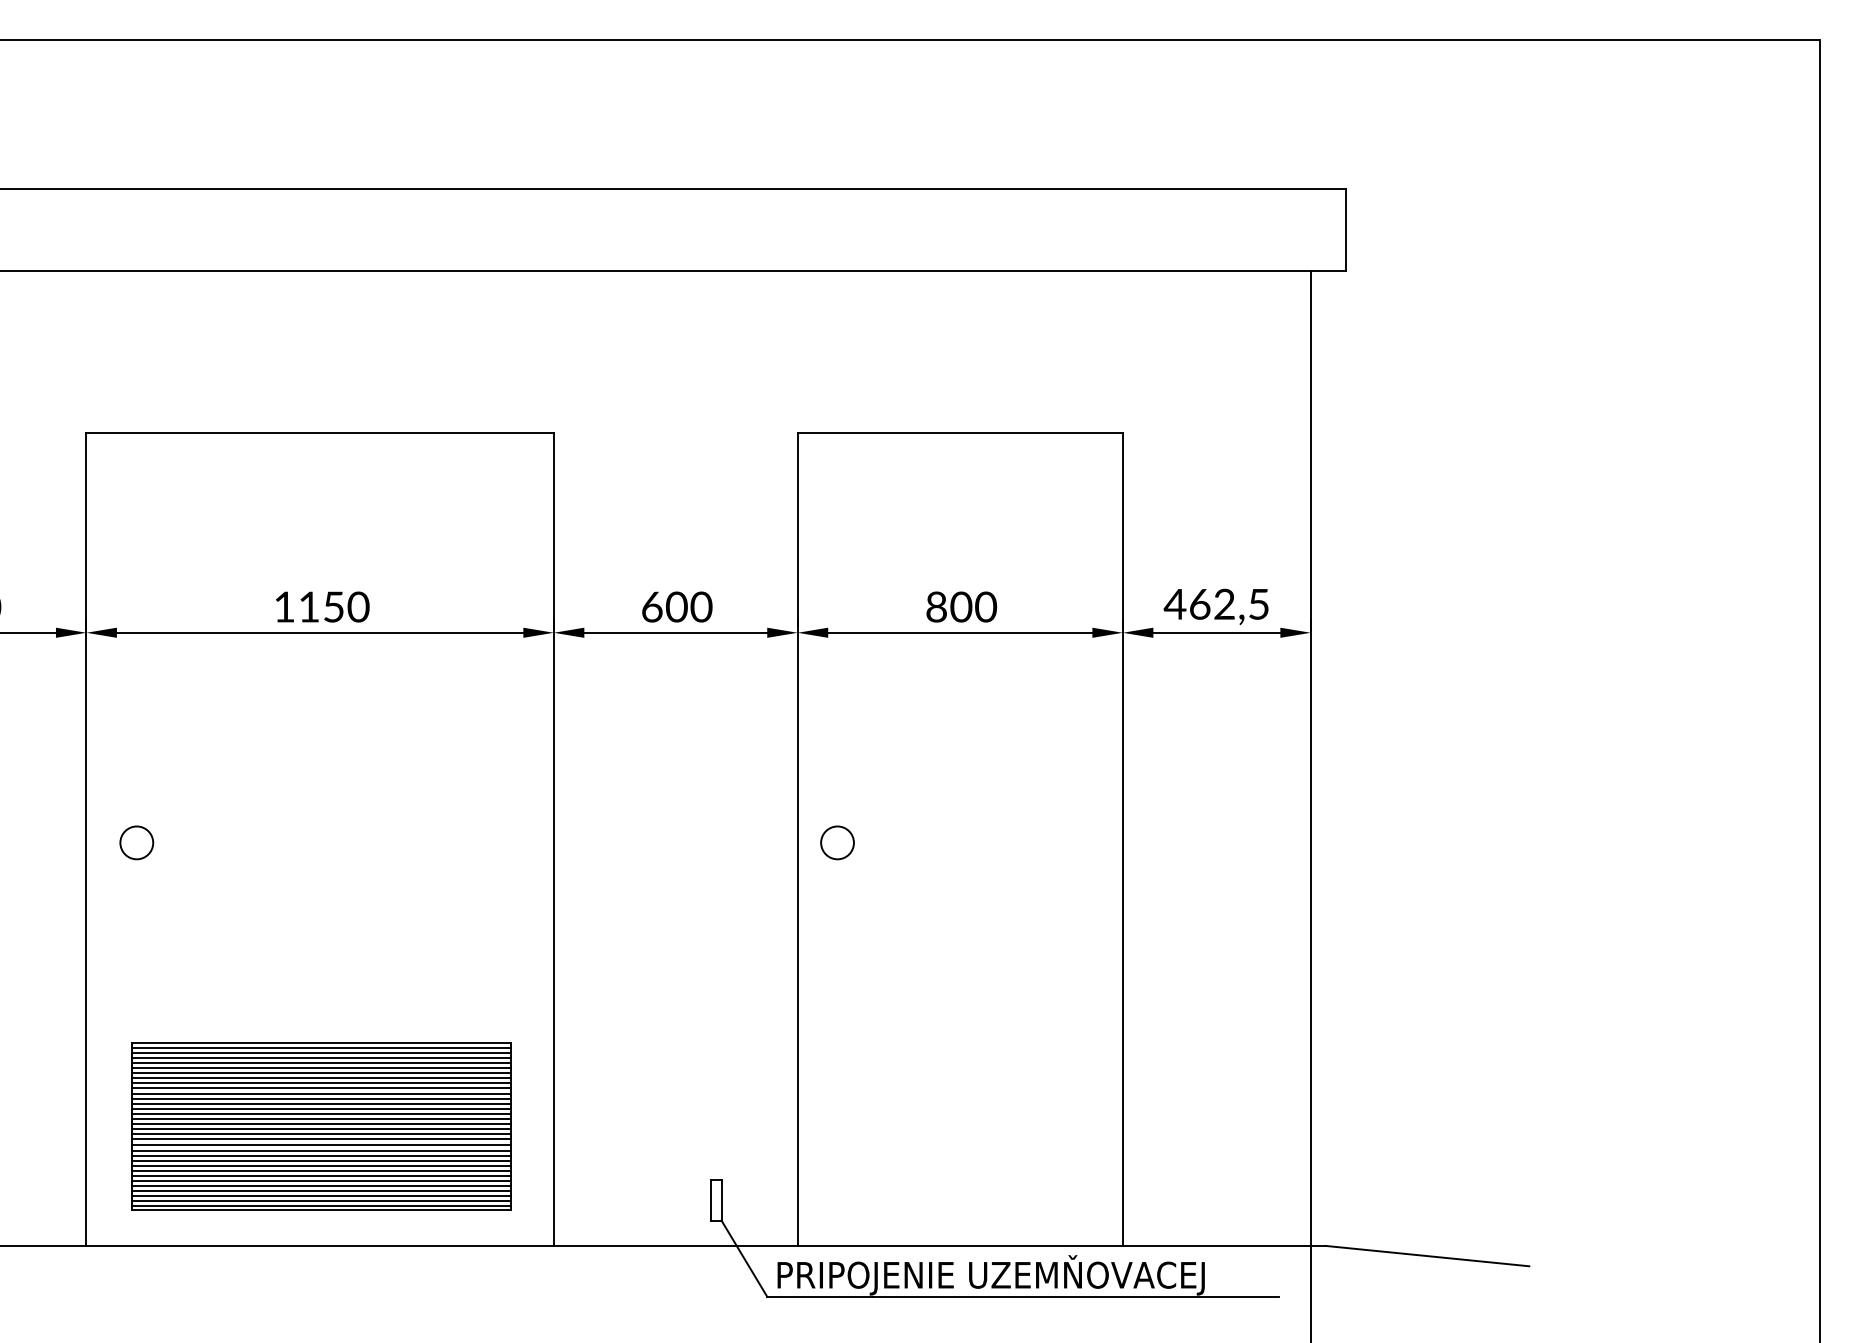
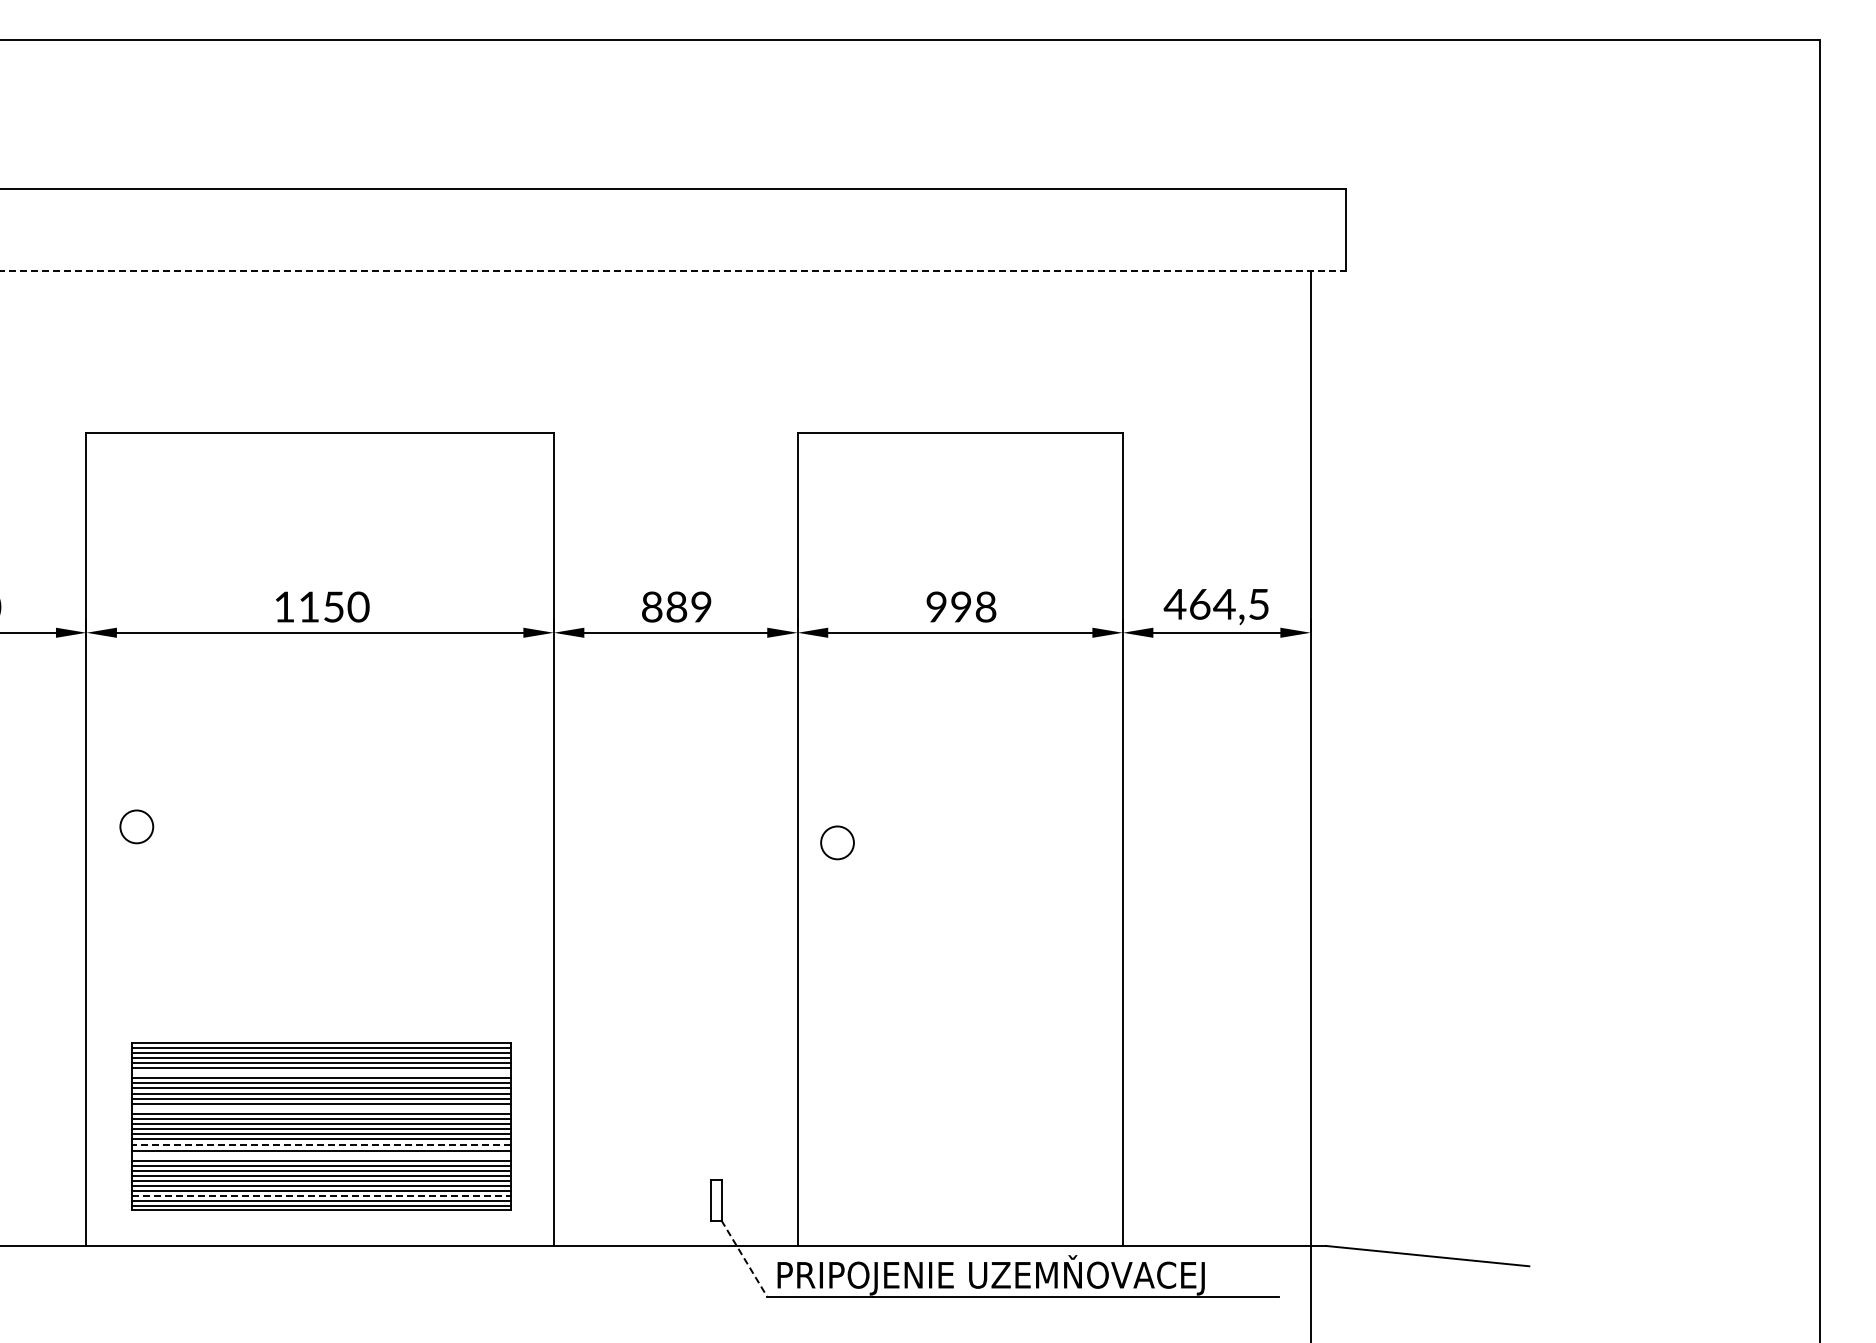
line at (673, 270): solid -> dashed
text at (1224, 603): 462,5 -> 464,5
text at (677, 606): 600 -> 889
text at (961, 607): 800 -> 998
circle at (136, 842) position: (136, 842) -> (136, 826)
line at (321, 1073): present -> none
line at (321, 1108): present -> none
line at (321, 1145): solid -> dashed
line at (321, 1155): present -> none
line at (322, 1195): solid -> dashed
line at (744, 1259): solid -> dashed
